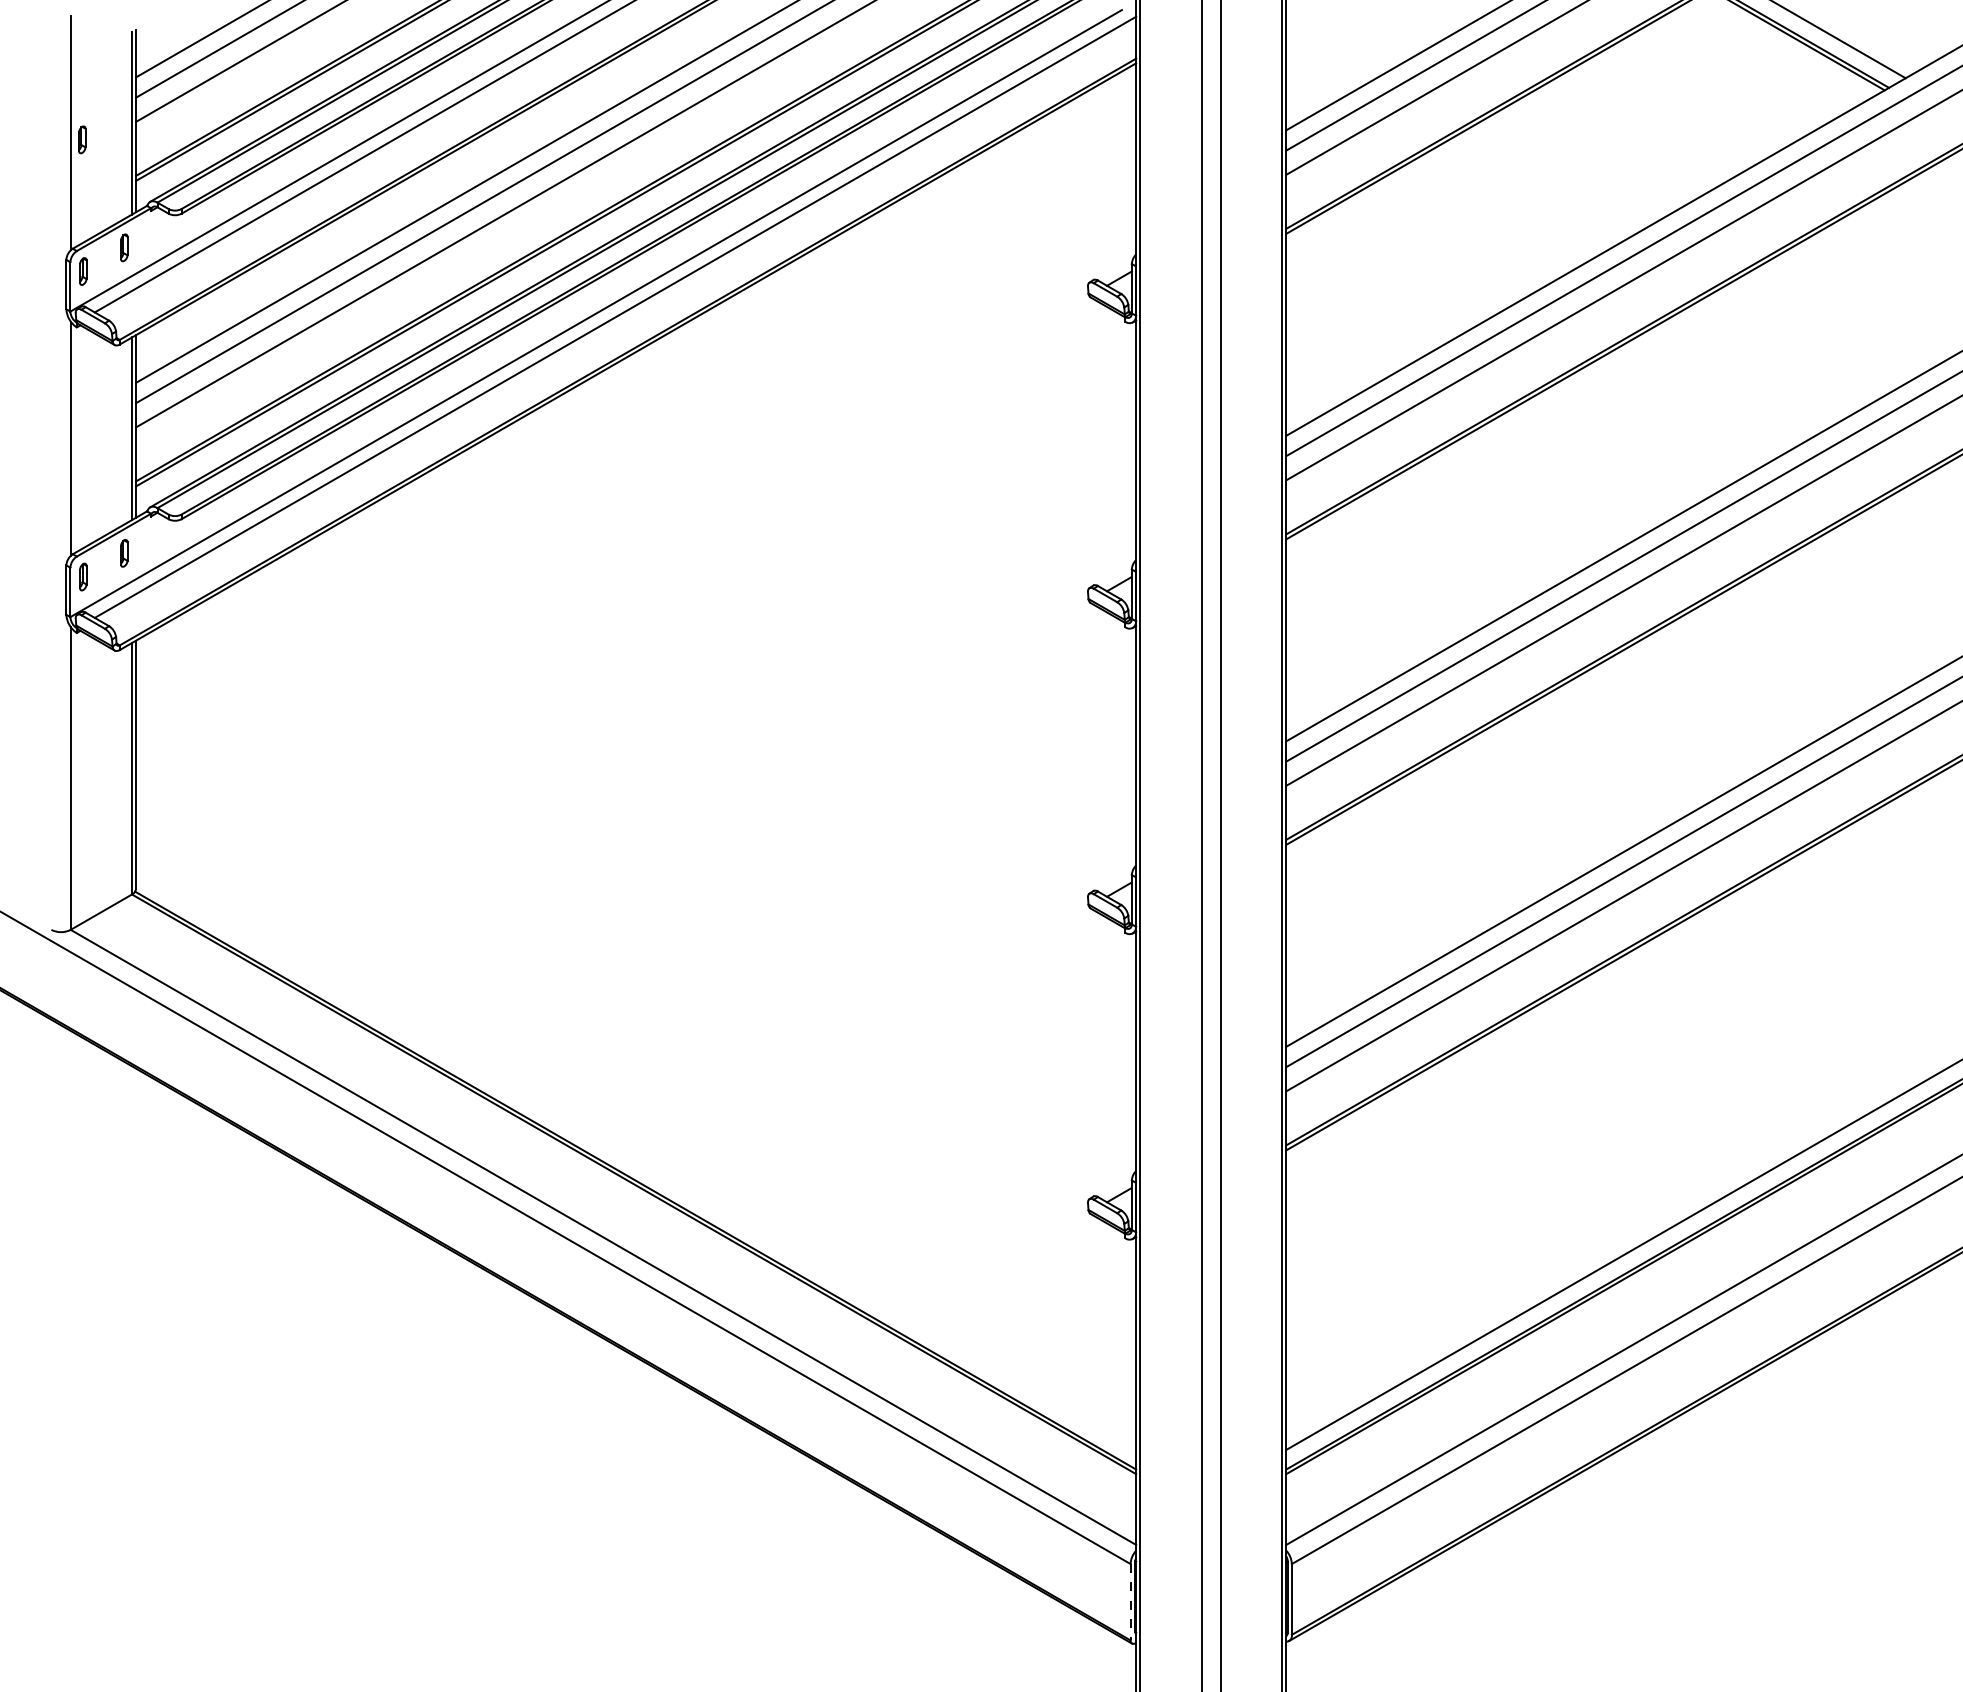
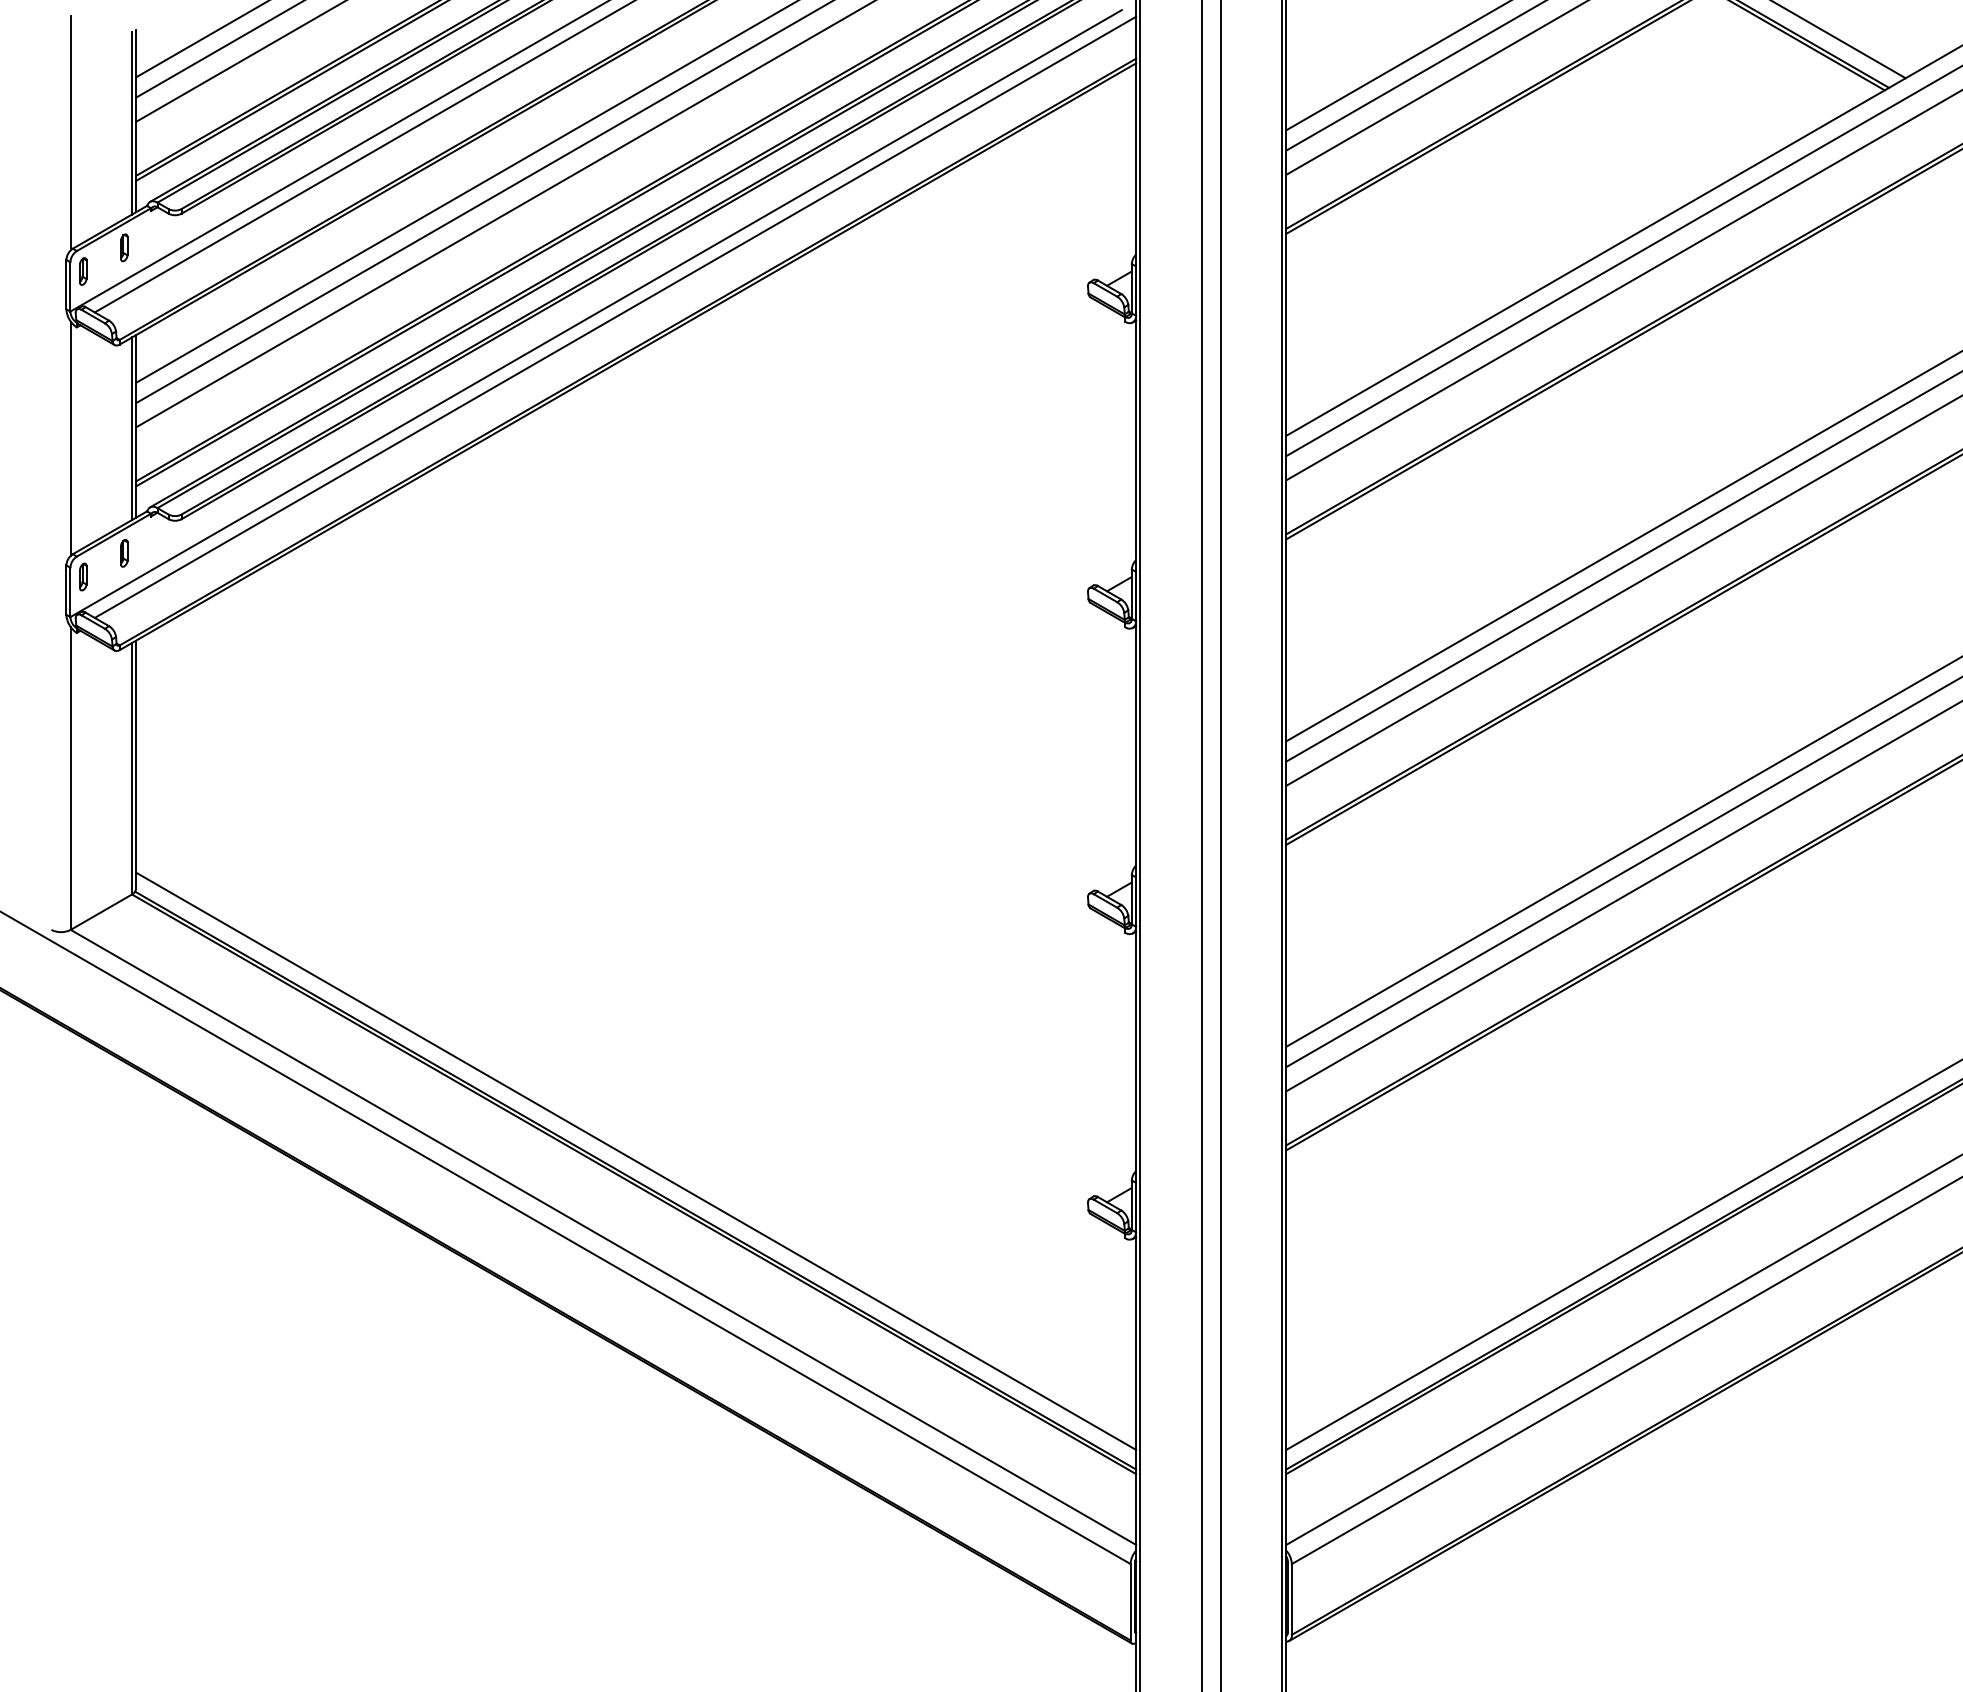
part at (82, 139): present -> none
line at (636, 1160): none -> present
line at (1130, 1602): dashed -> solid
